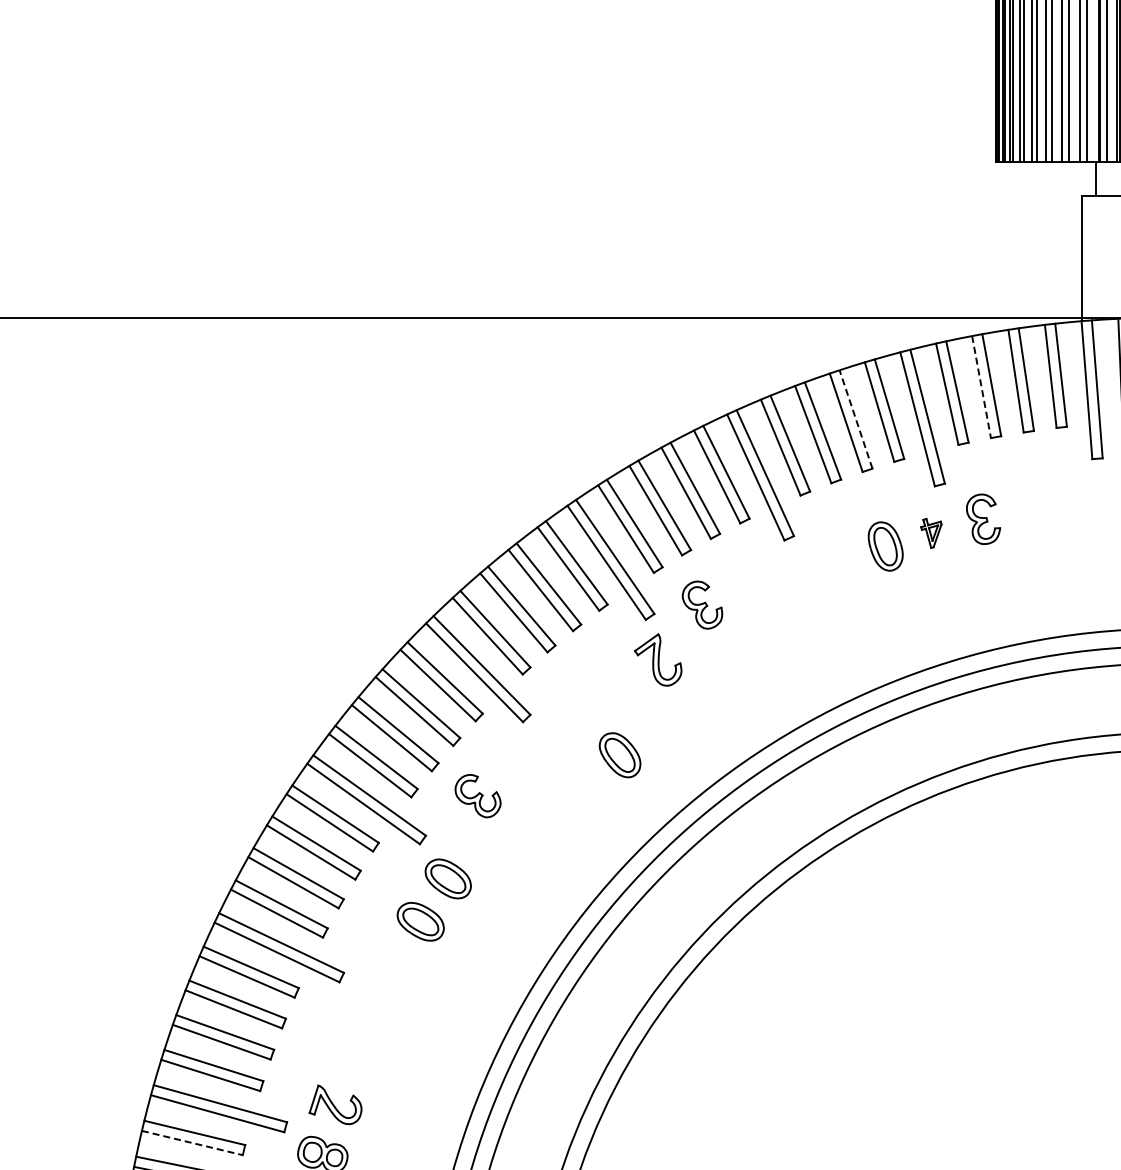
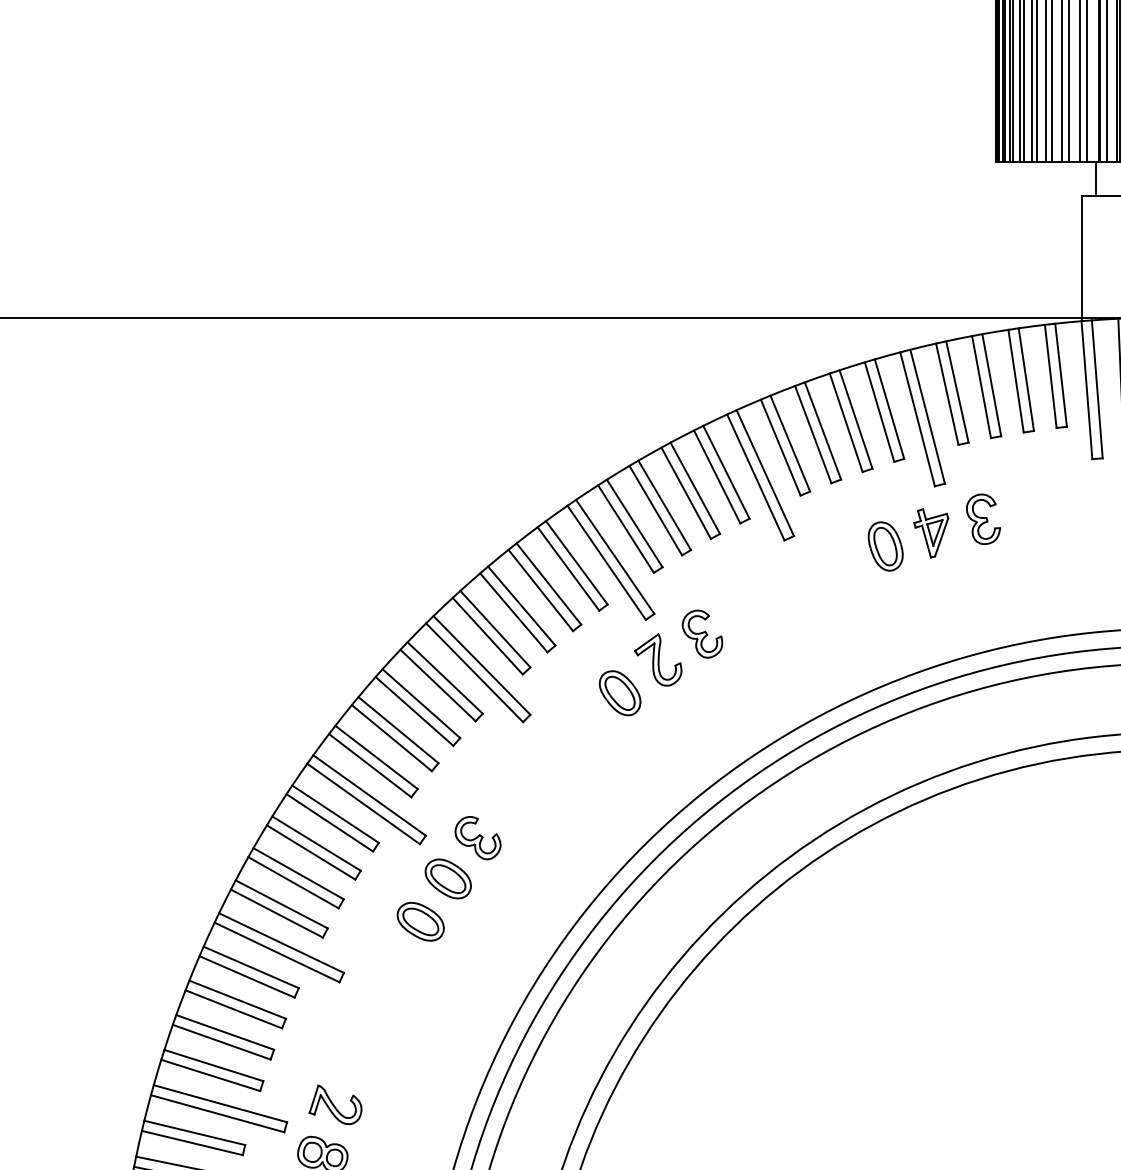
line at (981, 387): dashed -> solid
line at (856, 419): dashed -> solid
part at (931, 533) size: 23x31 px -> 37x51 px
part at (702, 604) position: (702, 604) -> (702, 633)
part at (619, 755) position: (619, 755) -> (619, 693)
part at (477, 796) position: (477, 796) -> (477, 838)
line at (192, 1143): dashed -> solid
